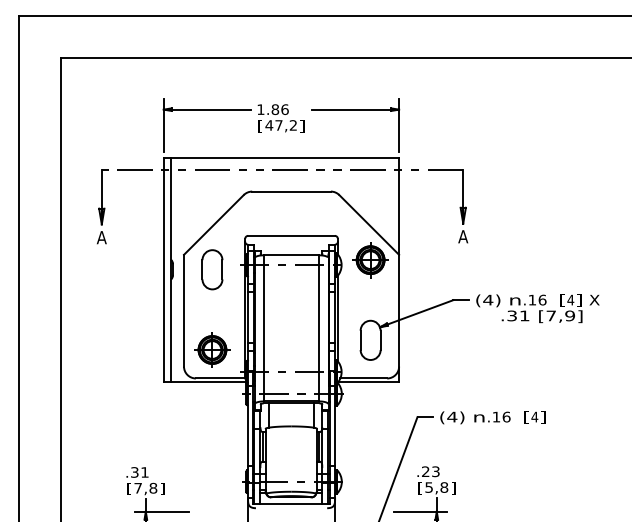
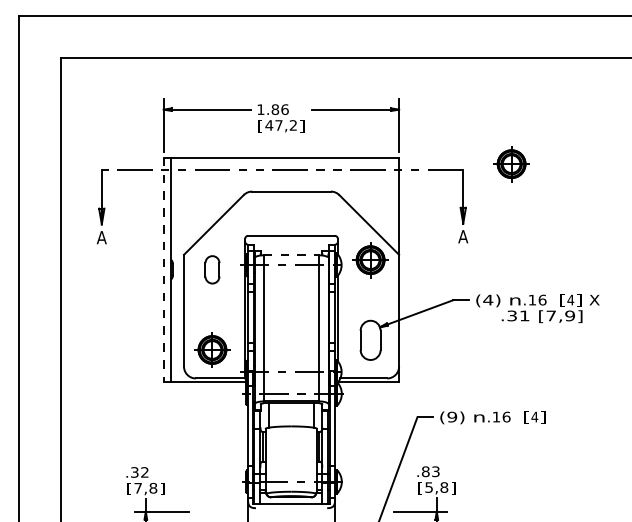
part at (511, 164): none -> present
line at (291, 255): solid -> dashed
line at (163, 269): solid -> dashed
part at (212, 269) size: 23x42 px -> 17x30 px
text at (452, 416): (4) -> (9)
text at (425, 471): .23 -> .83
text at (144, 472): .31 -> .32
